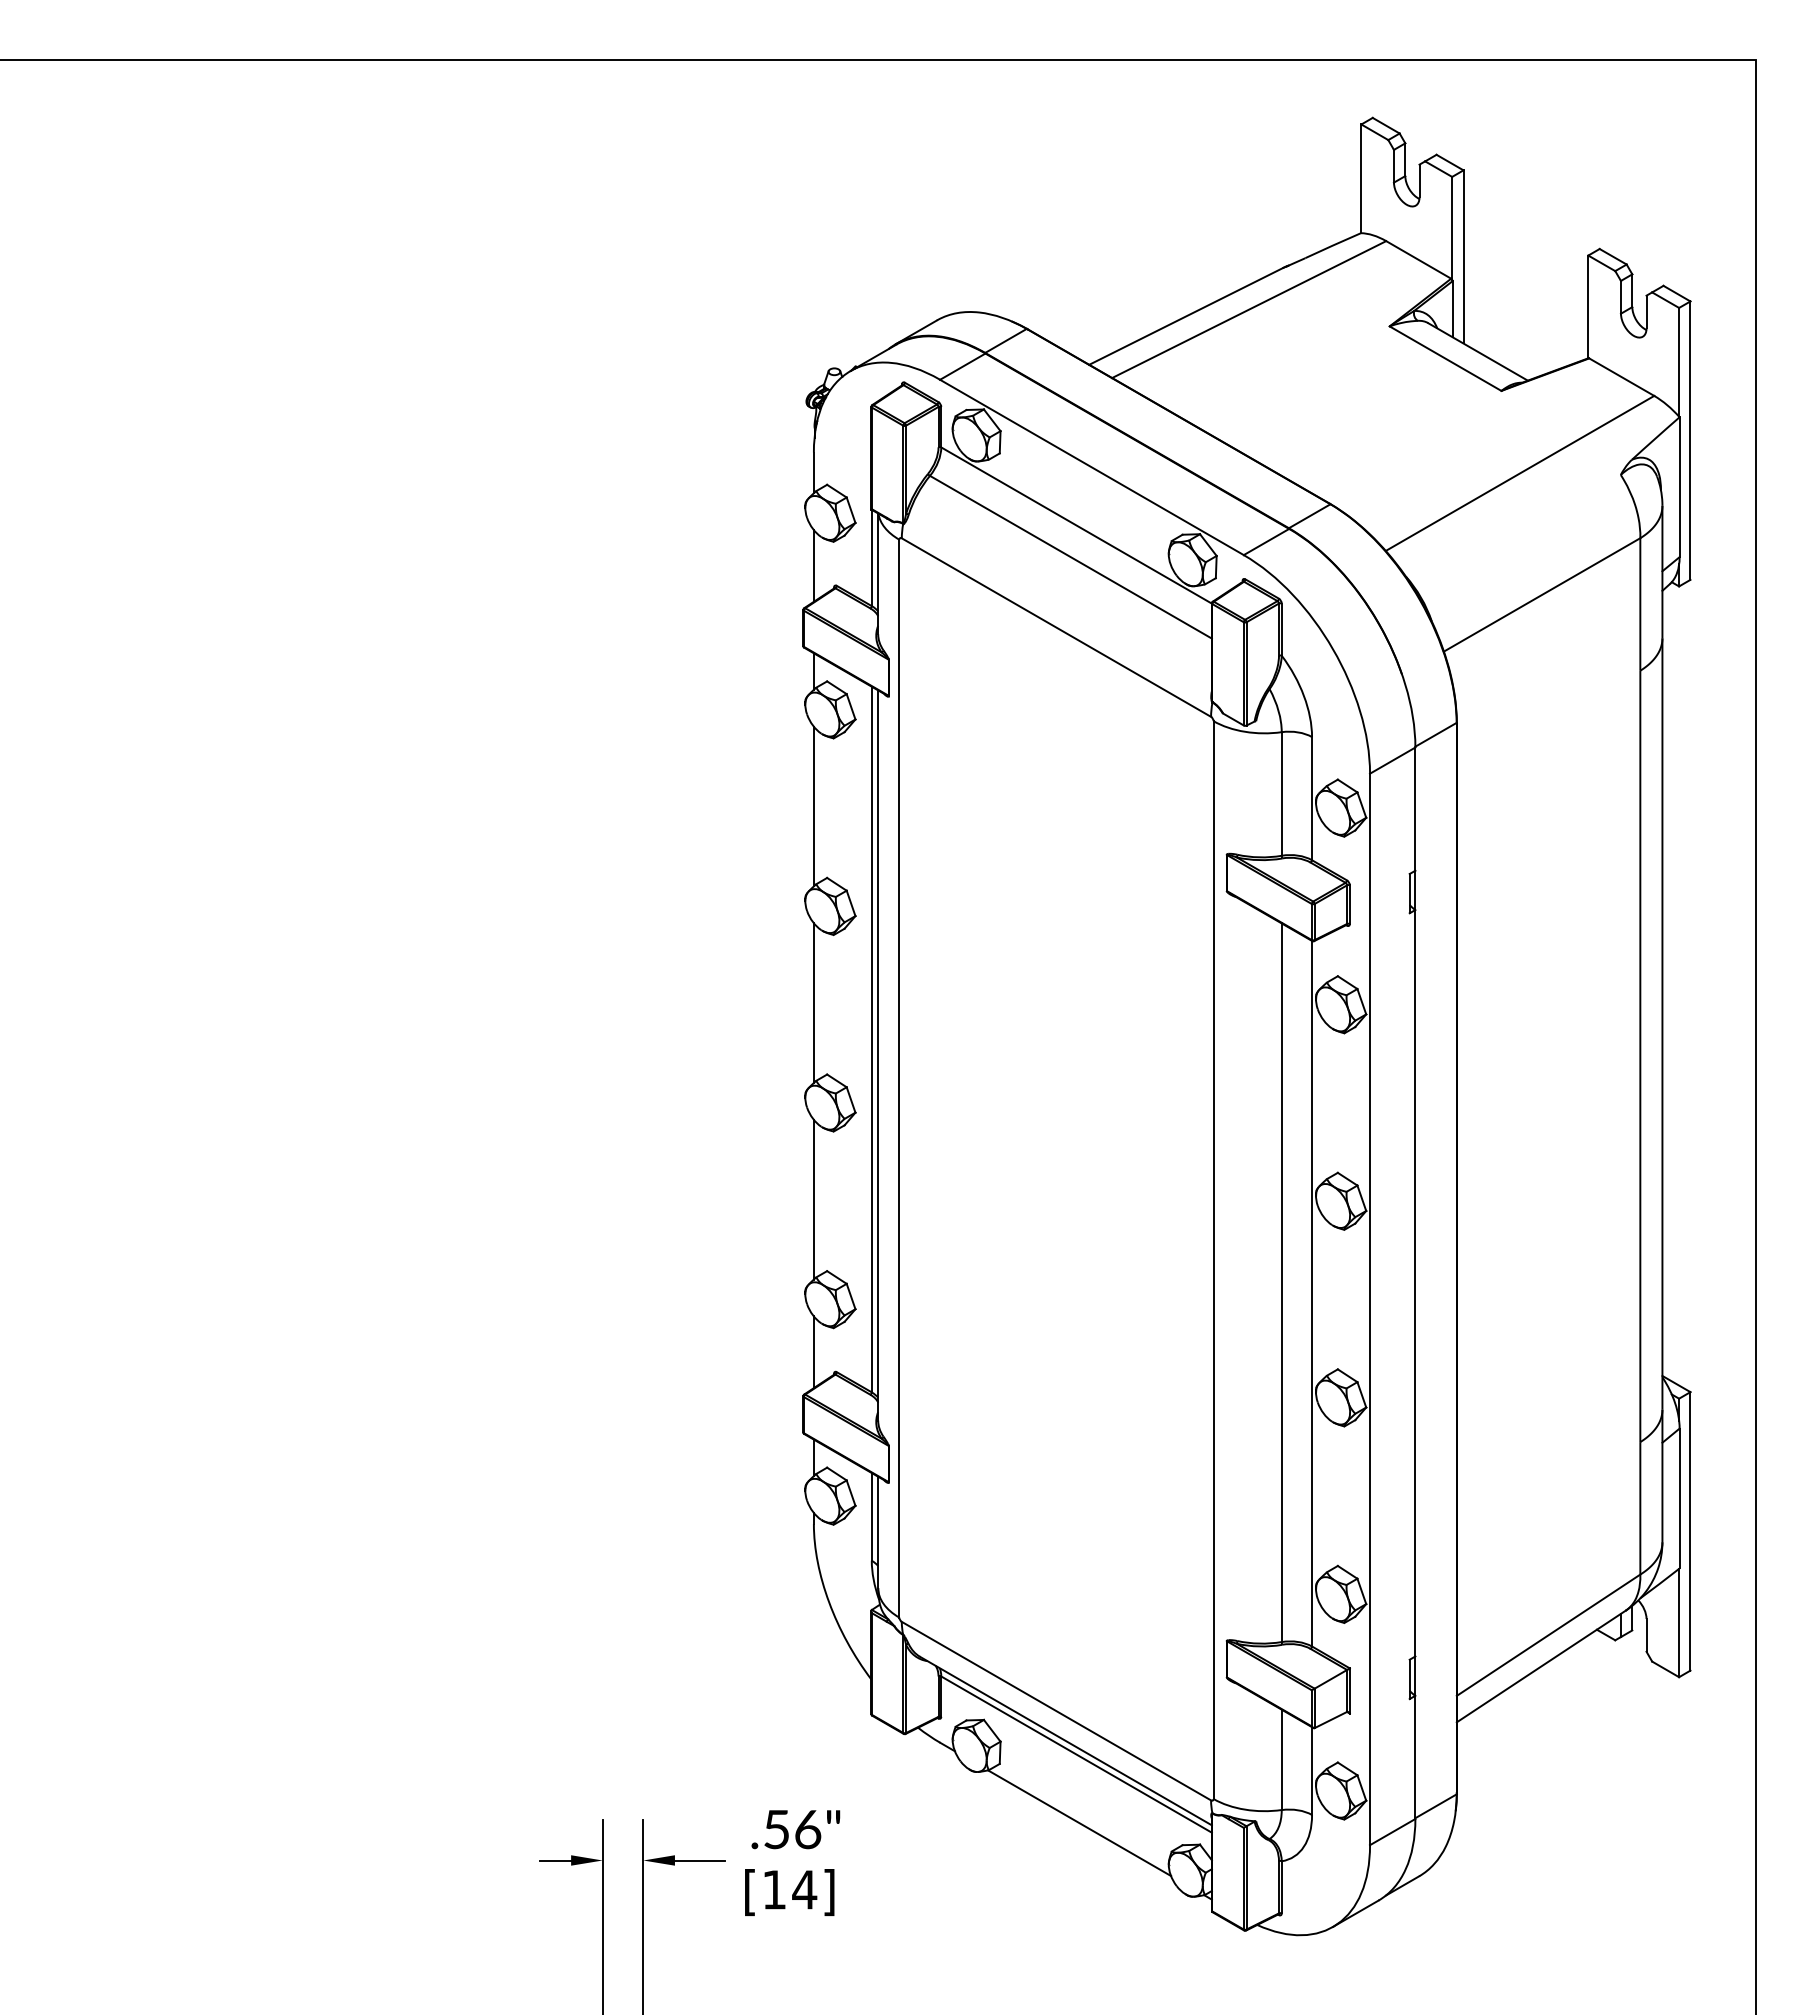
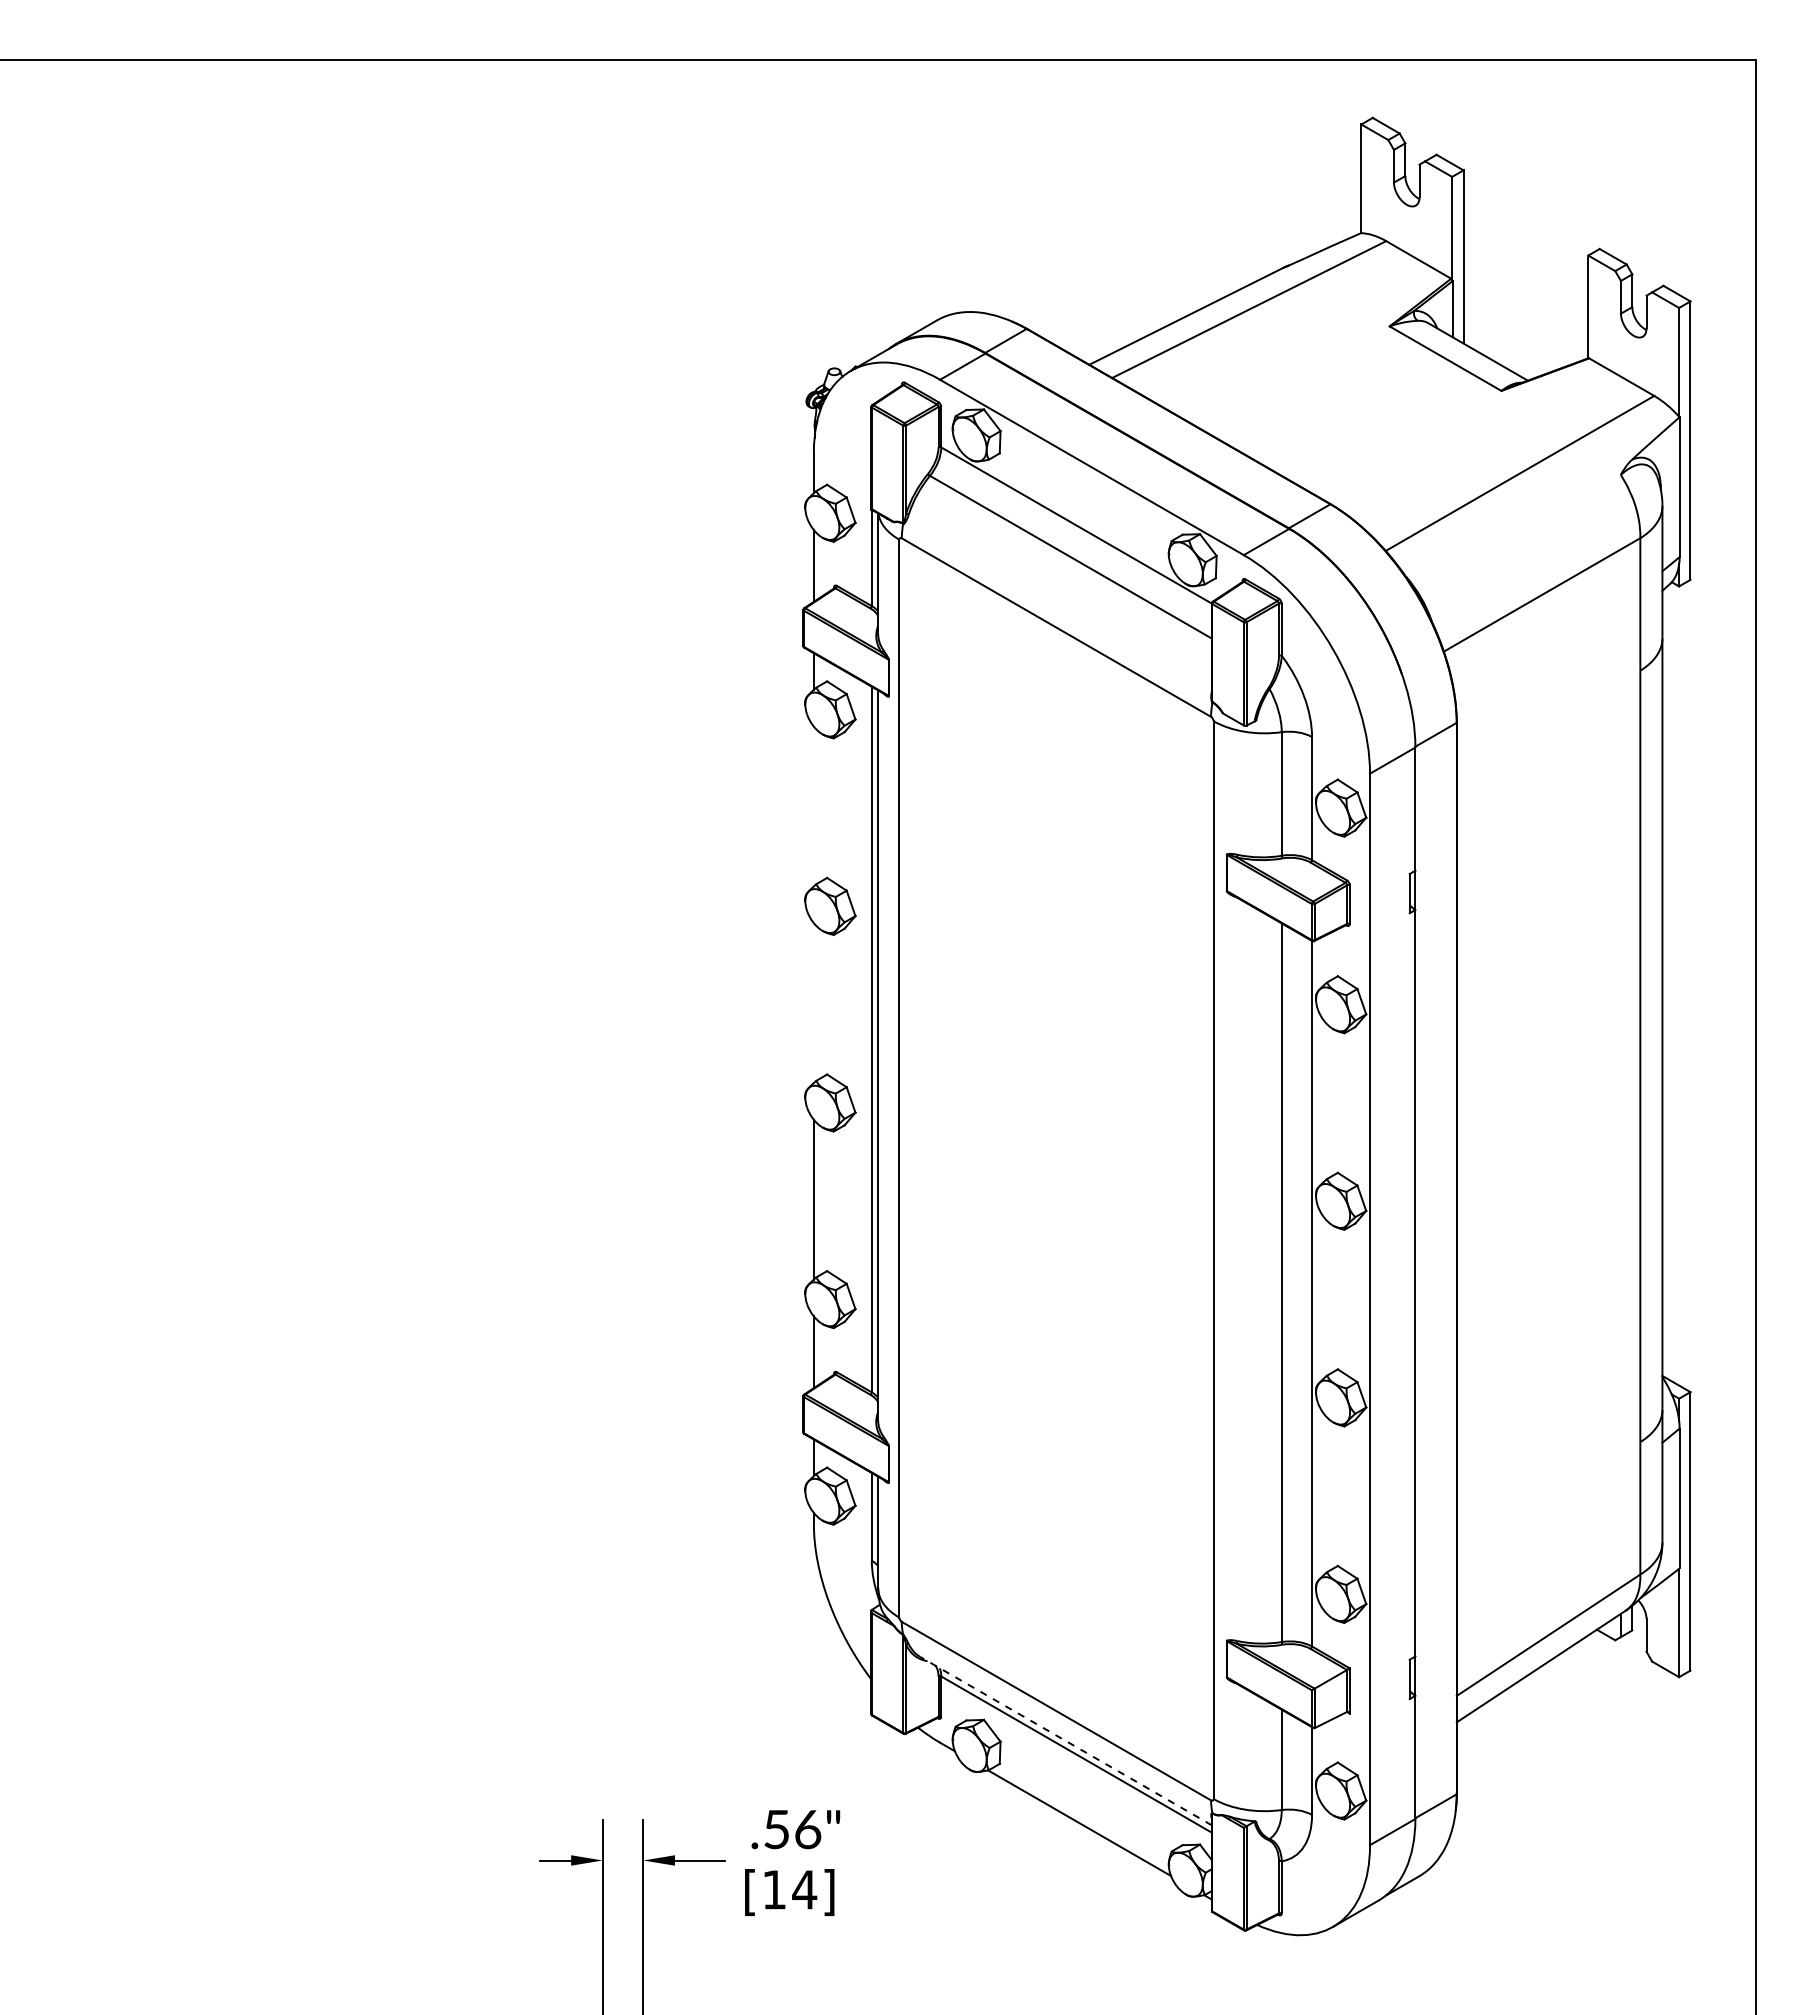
line at (813, 806): present -> none
line at (813, 1003): present -> none
line at (1065, 1740): solid -> dashed
